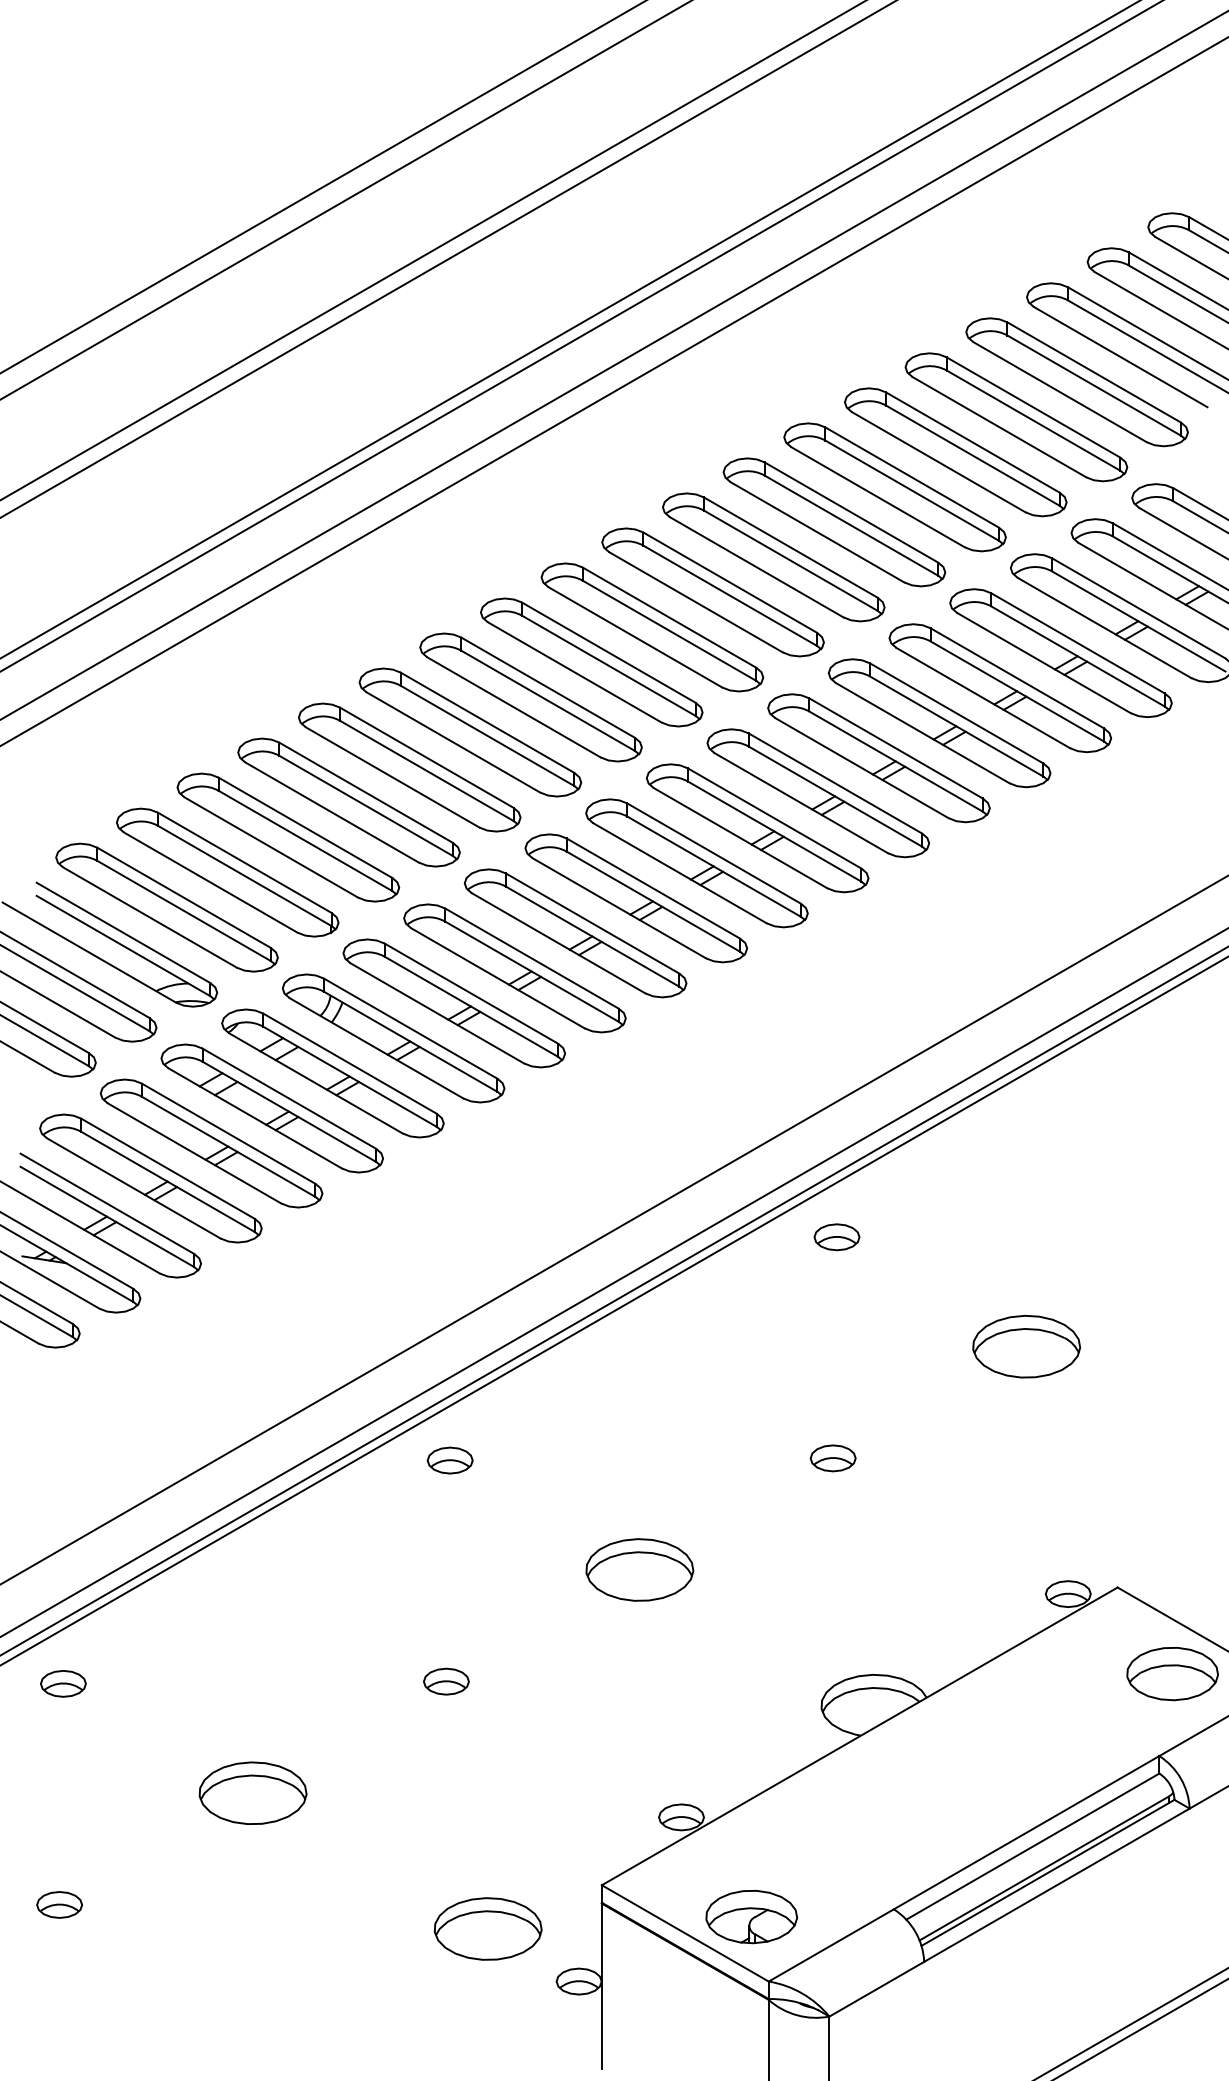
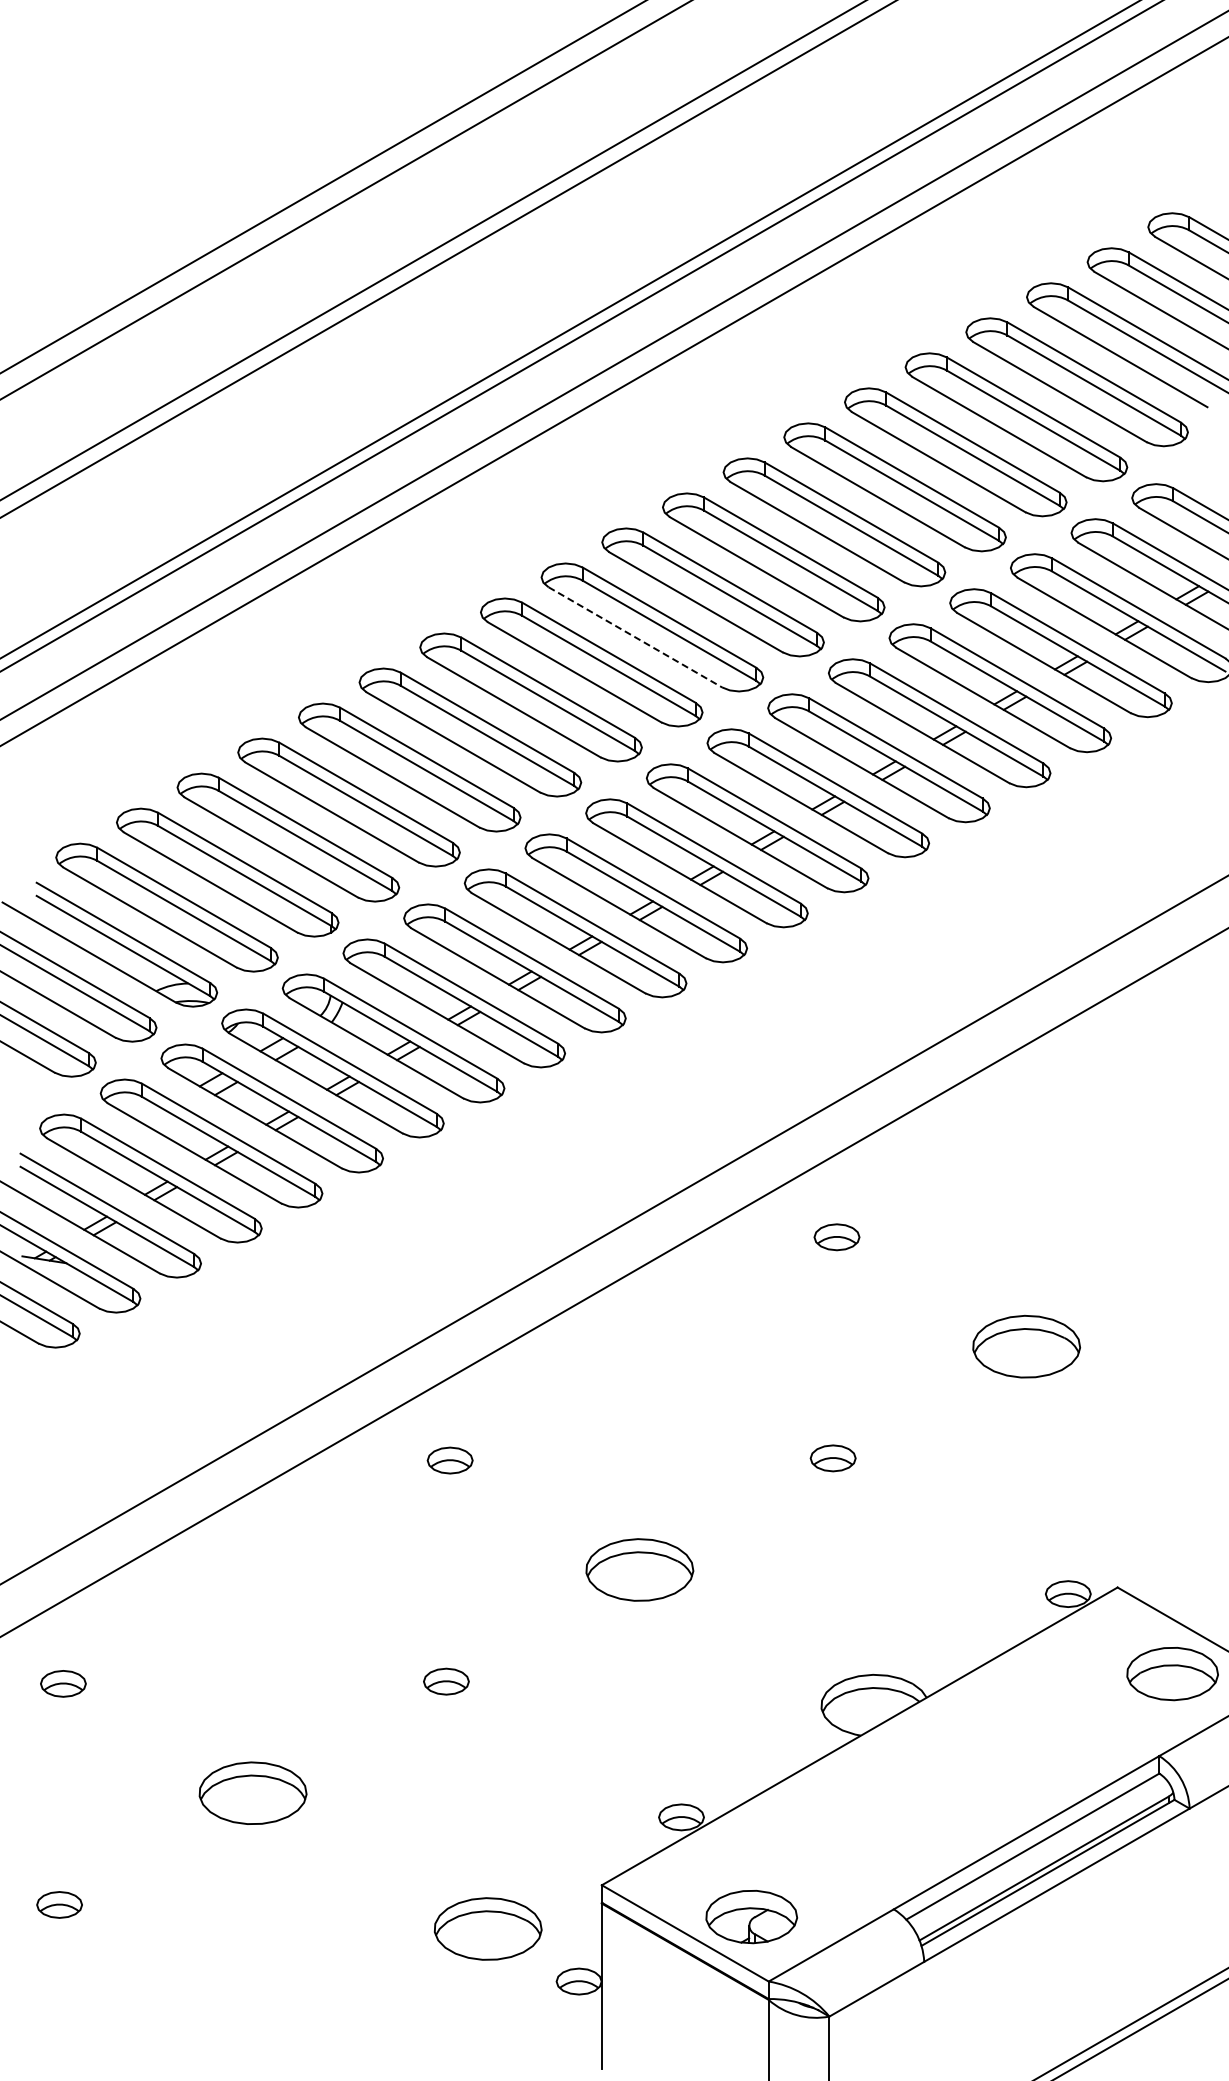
line at (635, 637): solid -> dashed
line at (613, 1301): present -> none
line at (613, 1311): present -> none
